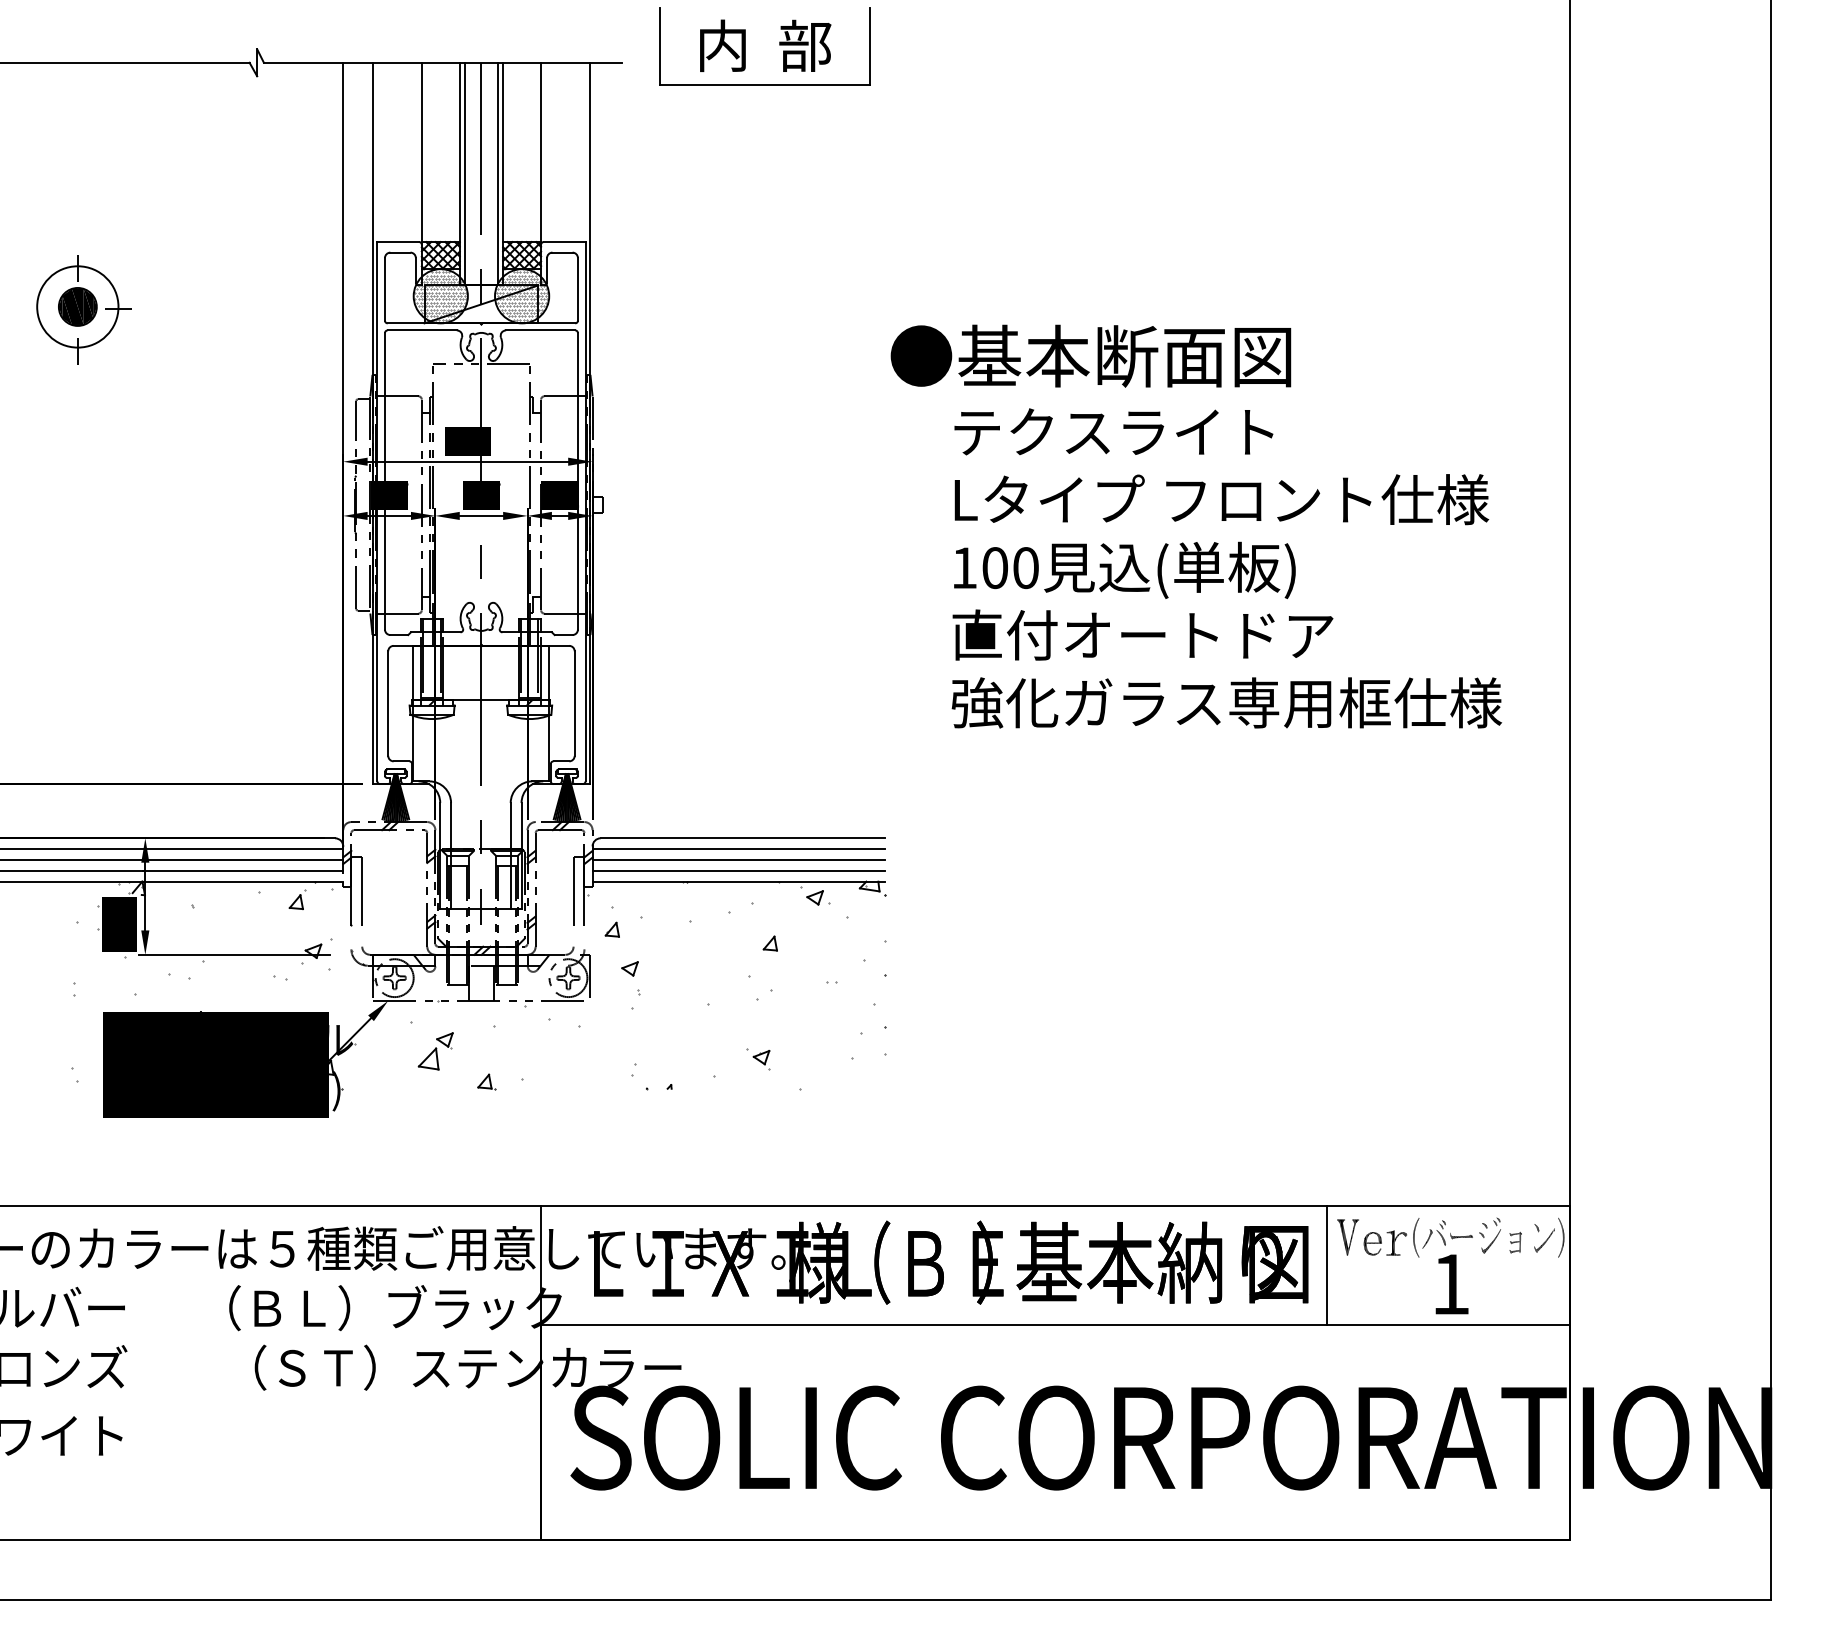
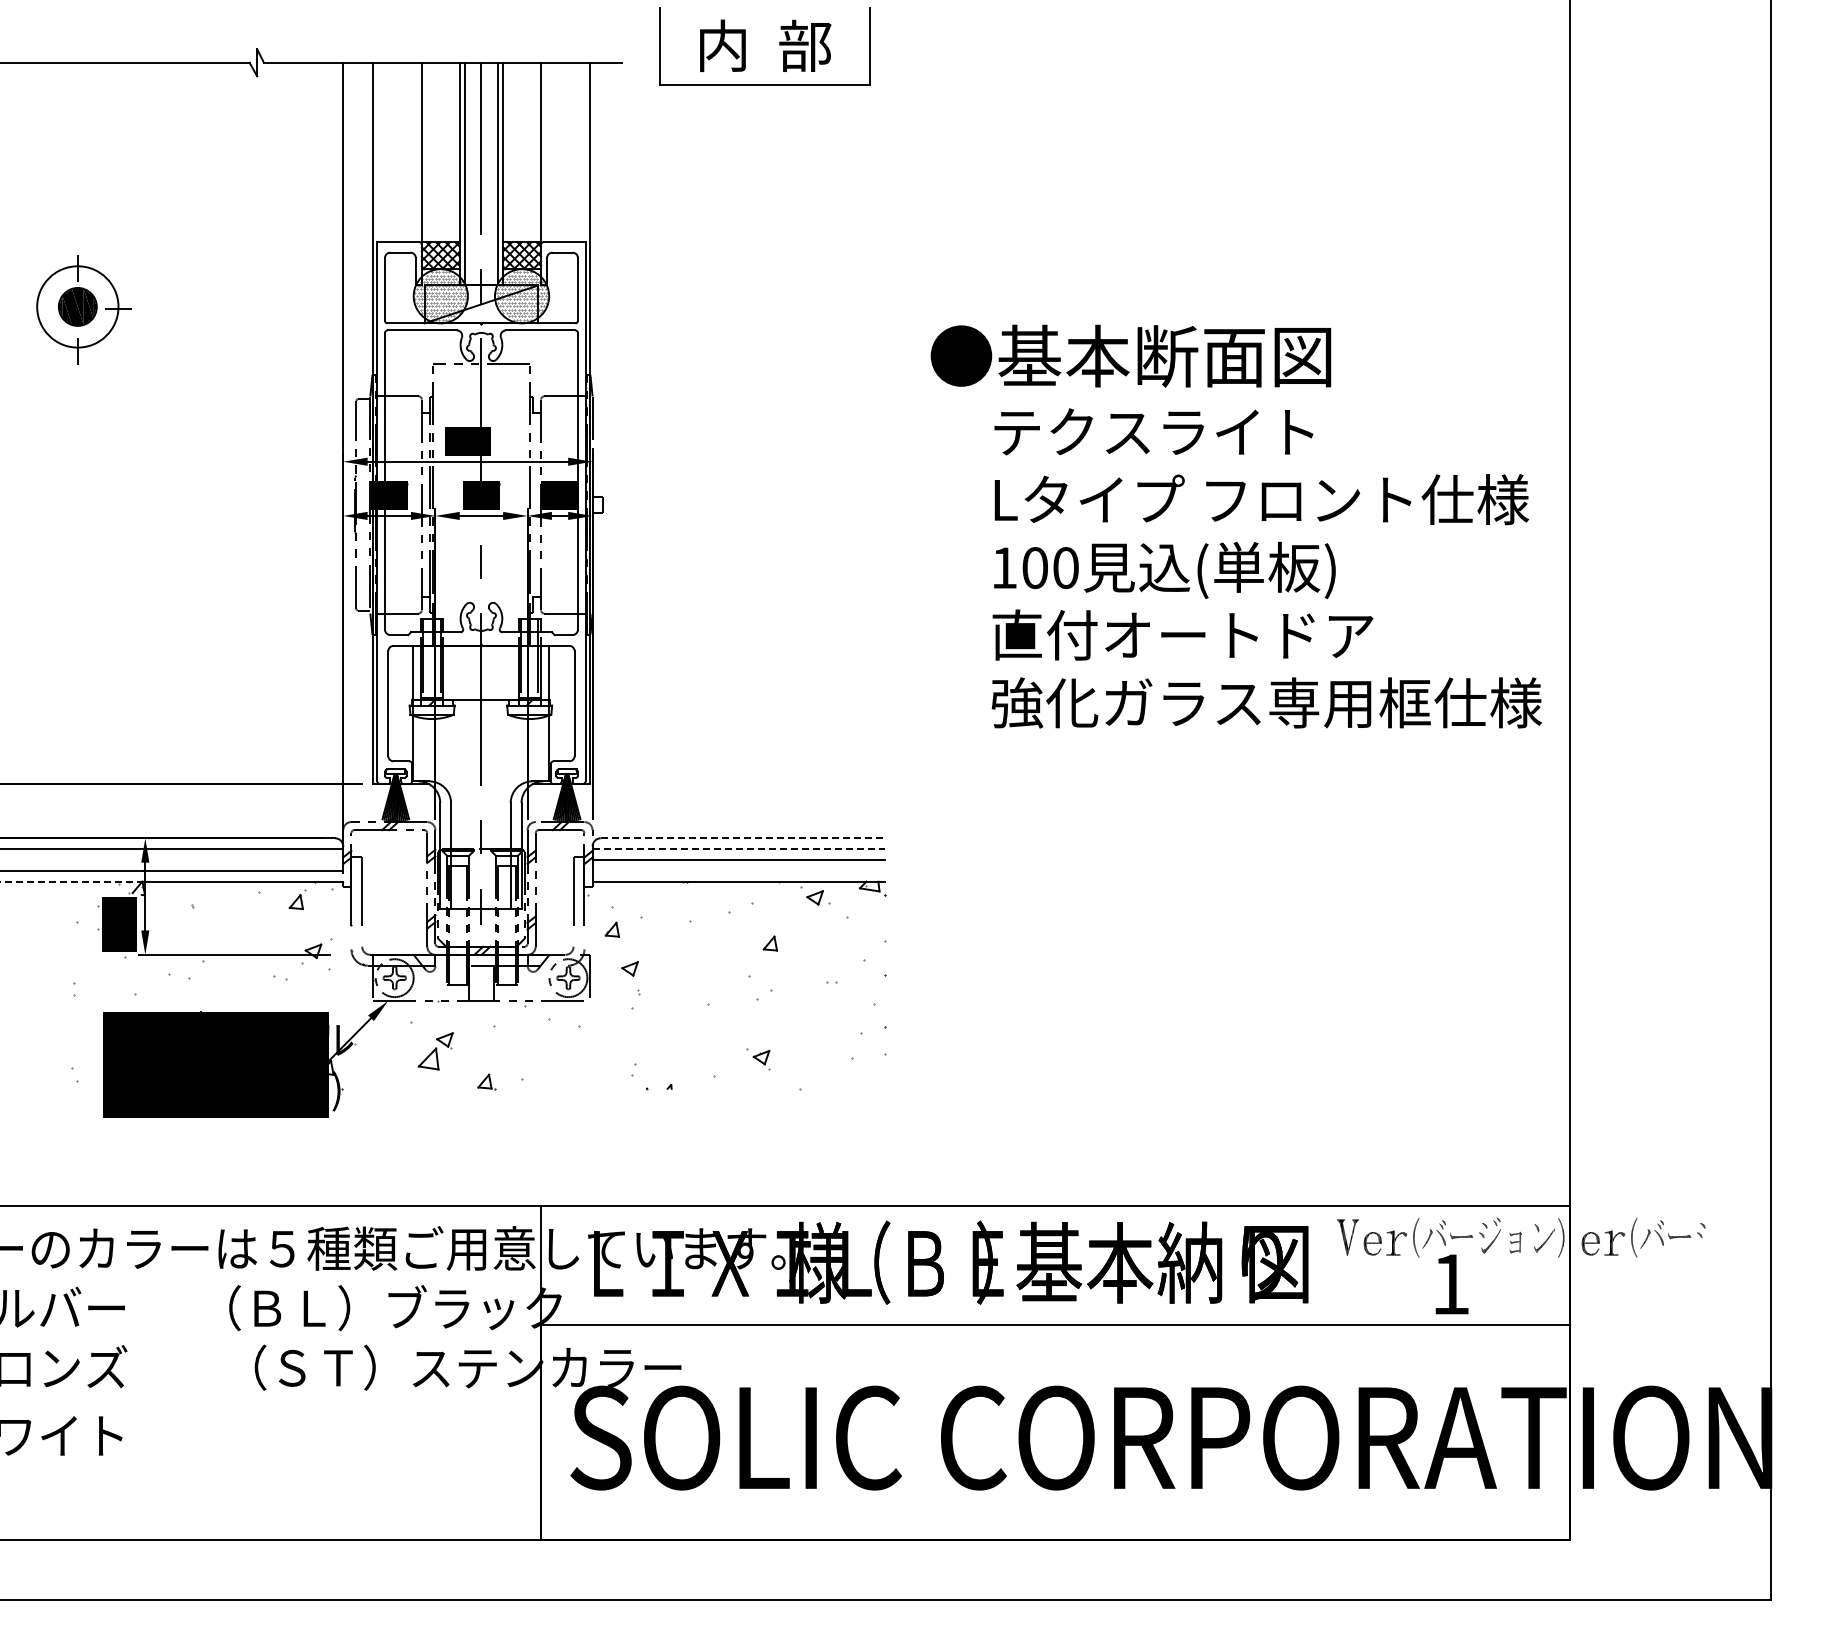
text at (1196, 526) position: (1196, 526) -> (1236, 526)
line at (743, 838): solid -> dashed
line at (739, 849): solid -> dashed
line at (172, 859): present -> none
line at (738, 870): present -> none
line at (71, 881): solid -> dashed
part at (1643, 1237): none -> present
line at (1326, 1265): present -> none
